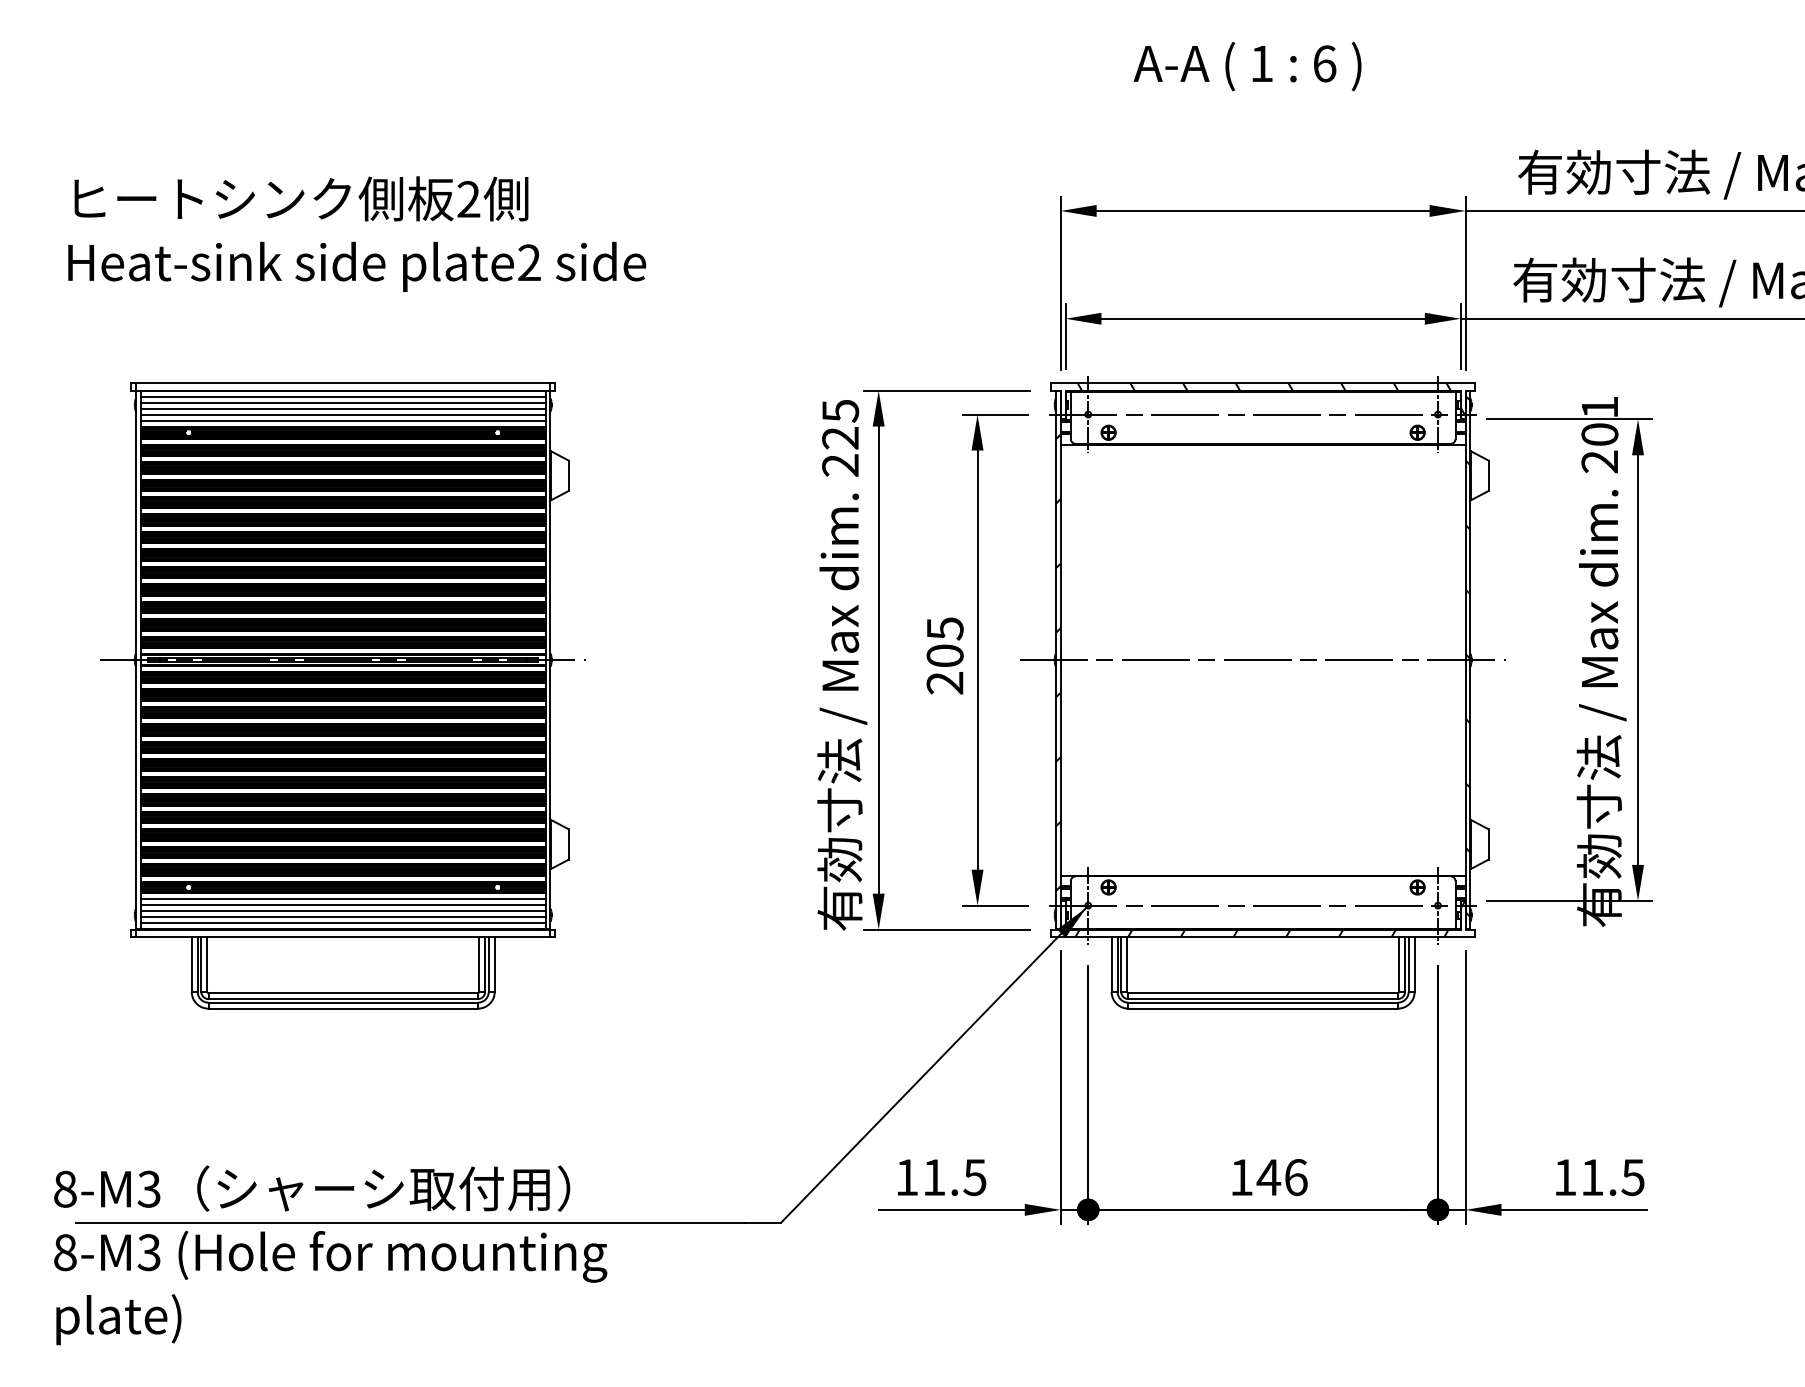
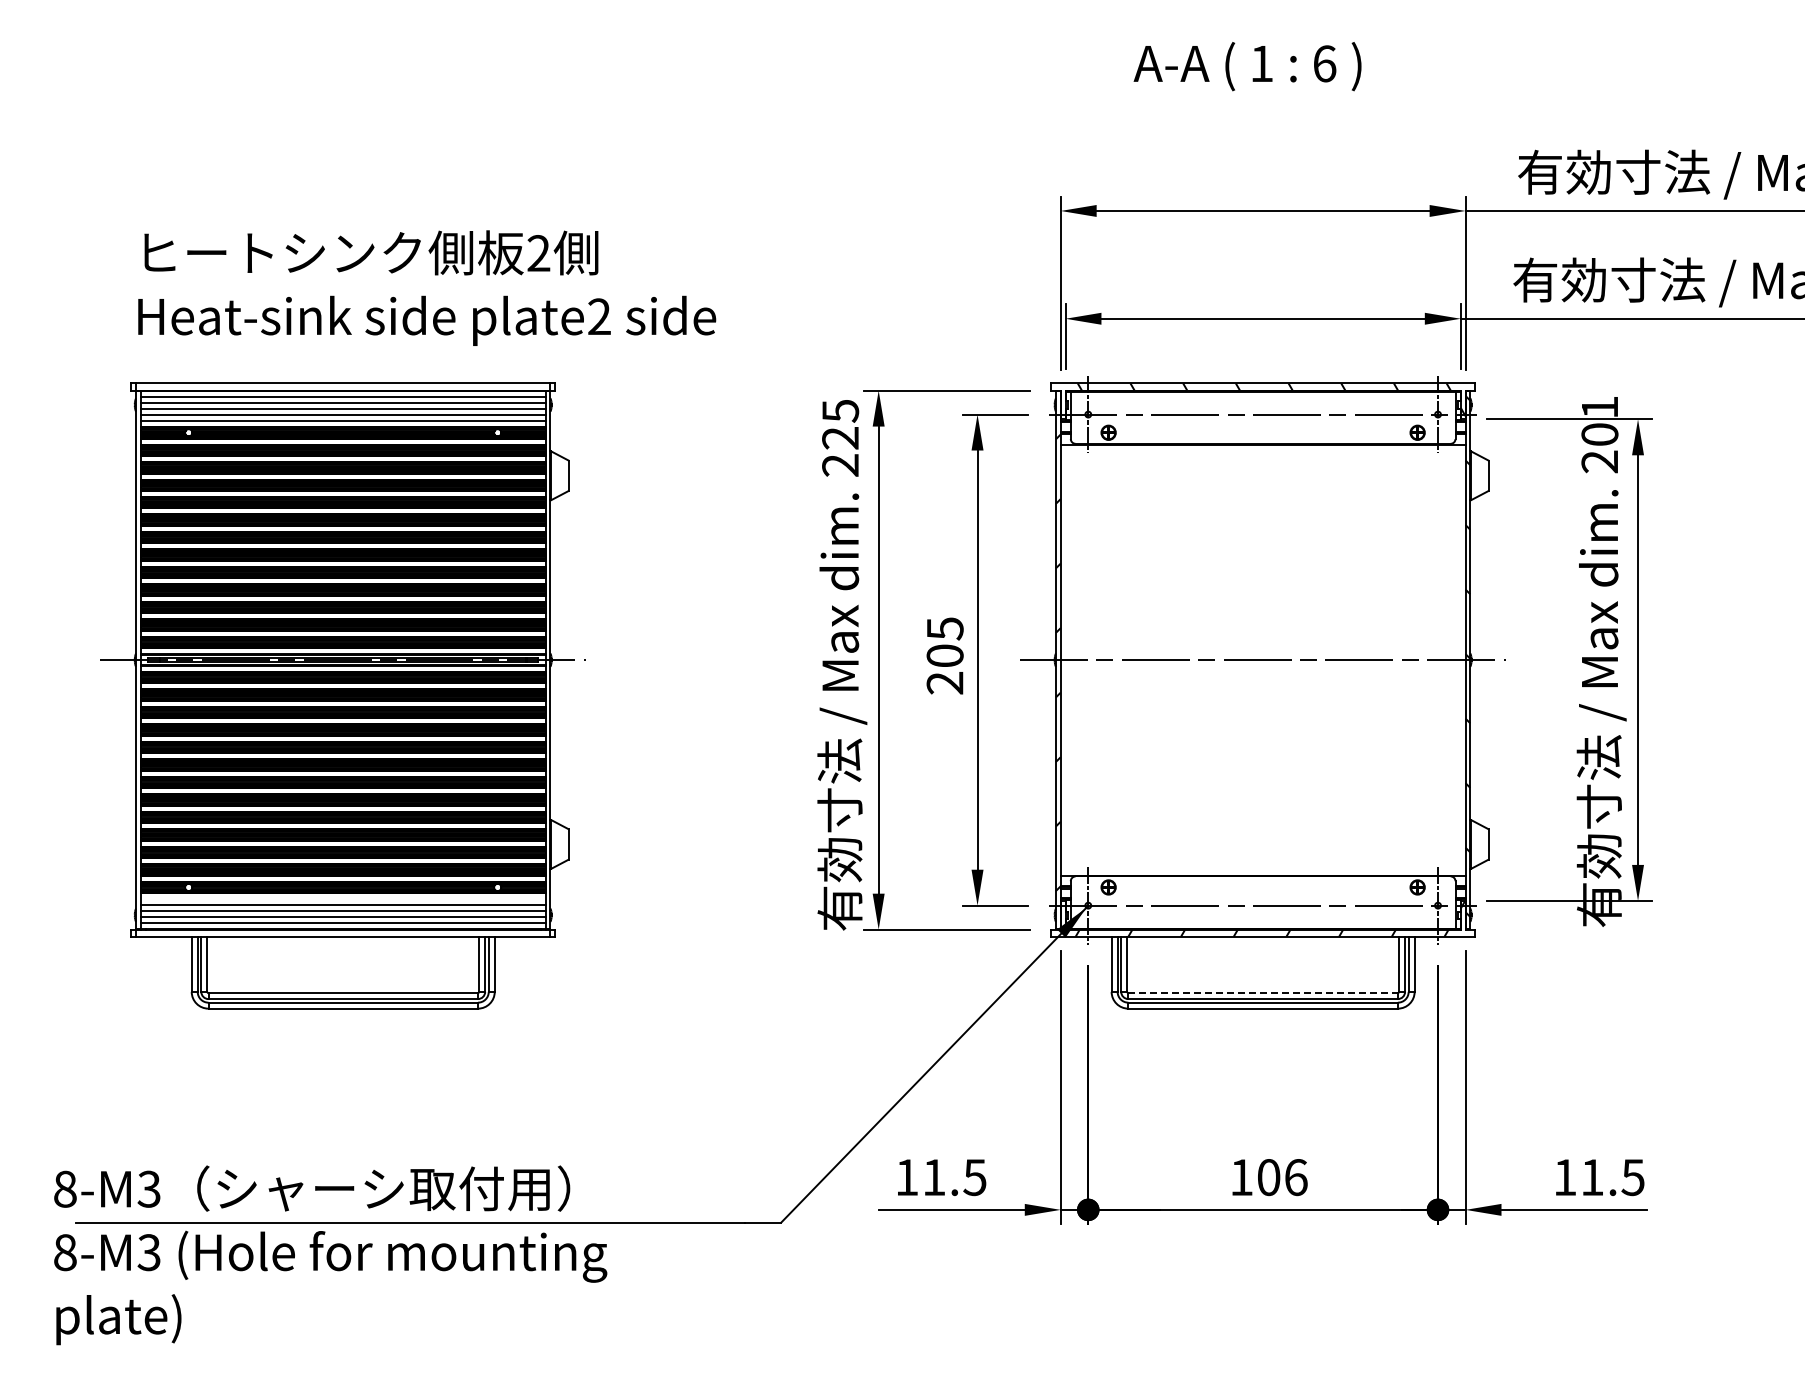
text at (357, 233) position: (357, 233) -> (427, 287)
line at (342, 899): present -> none
line at (1263, 993): solid -> dashed
text at (1268, 1177): 146 -> 106
